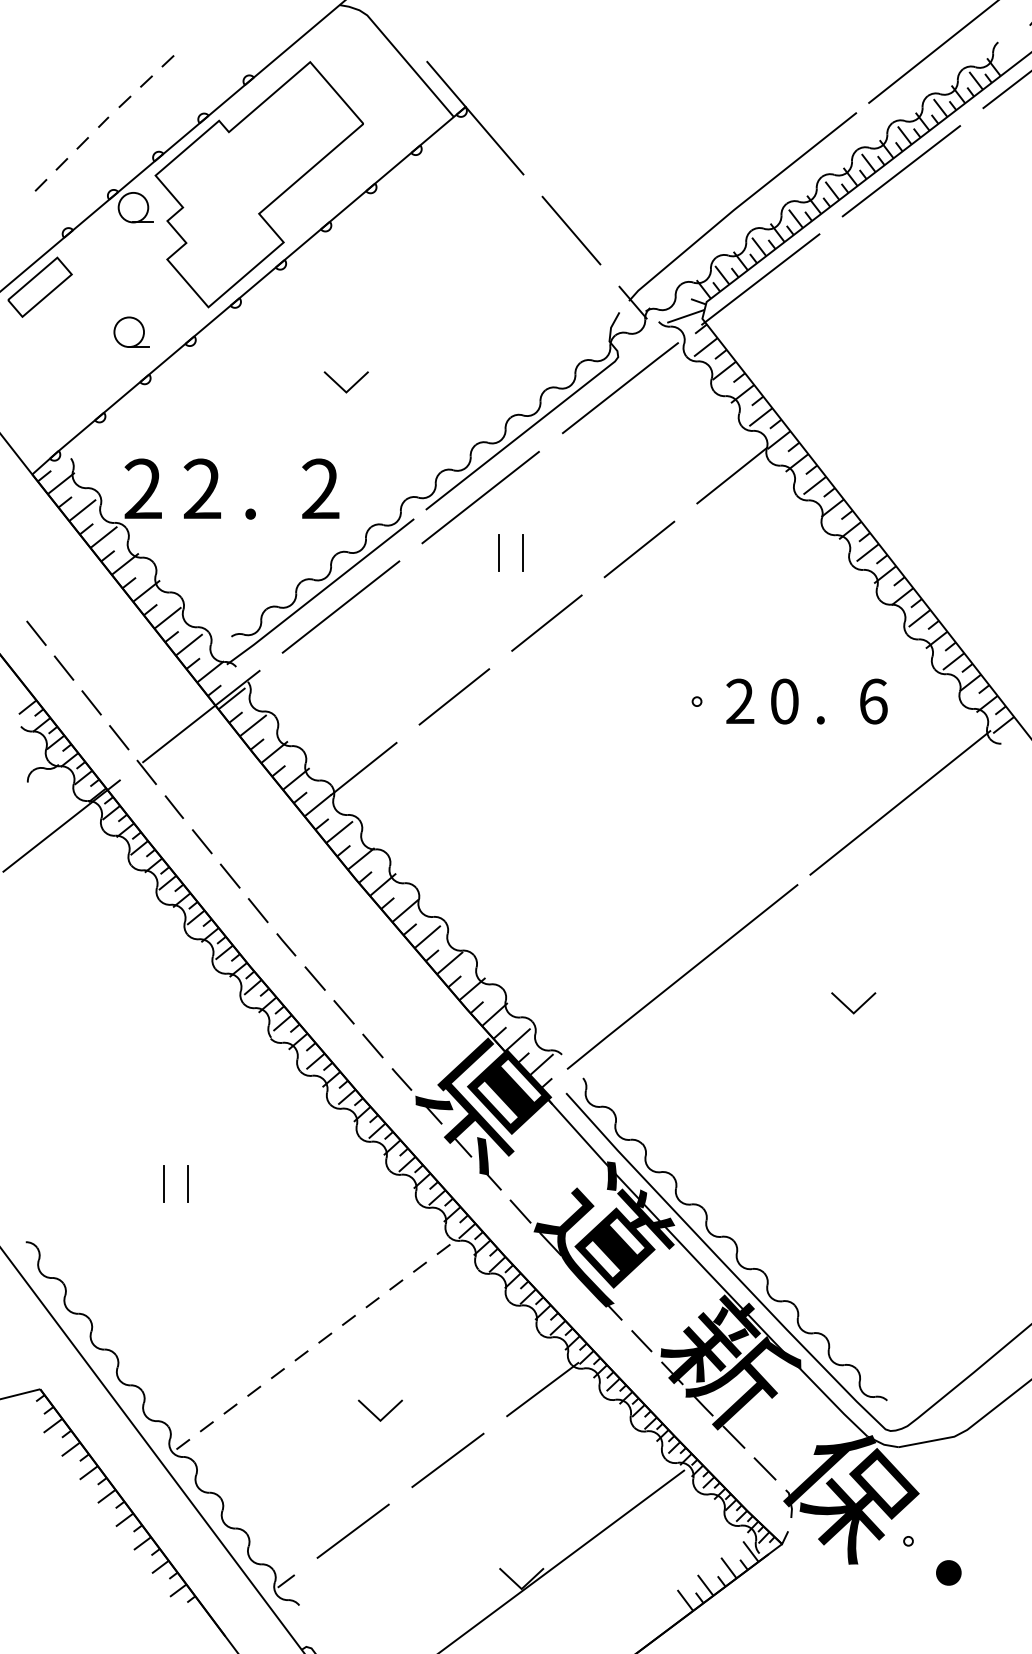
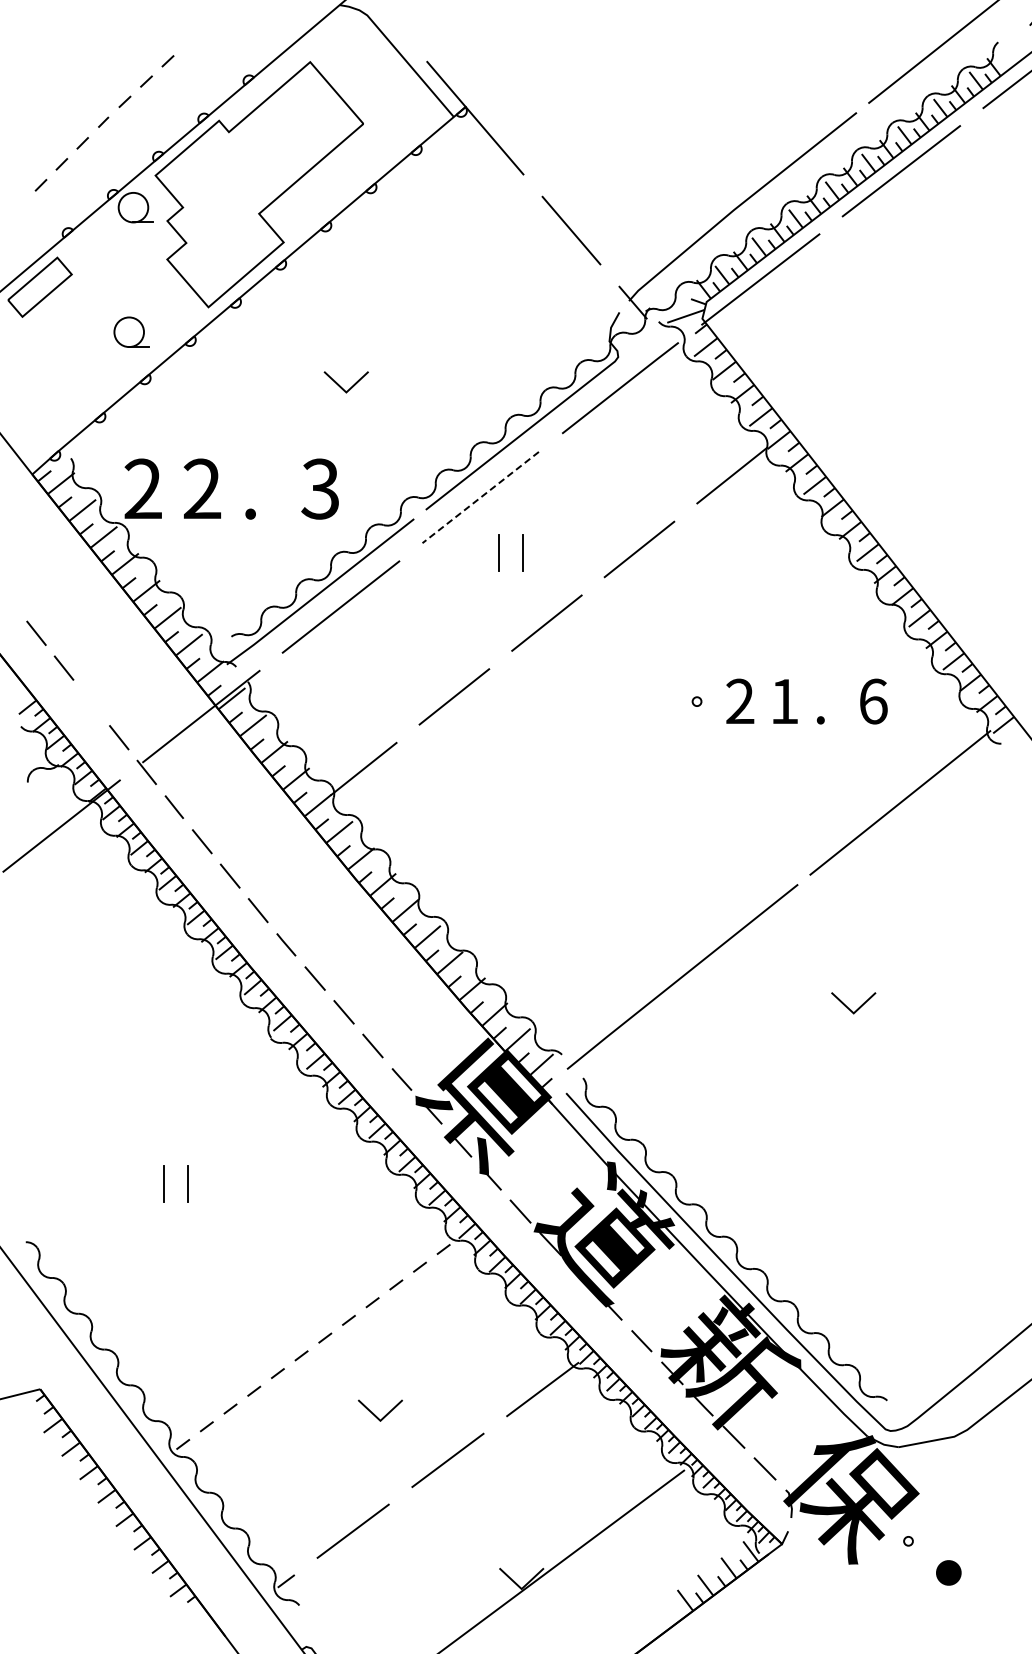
text at (320, 488): 2 -> 3
line at (480, 497): solid -> dashed
text at (784, 701): 0 -> 1
line at (91, 702): present -> none
